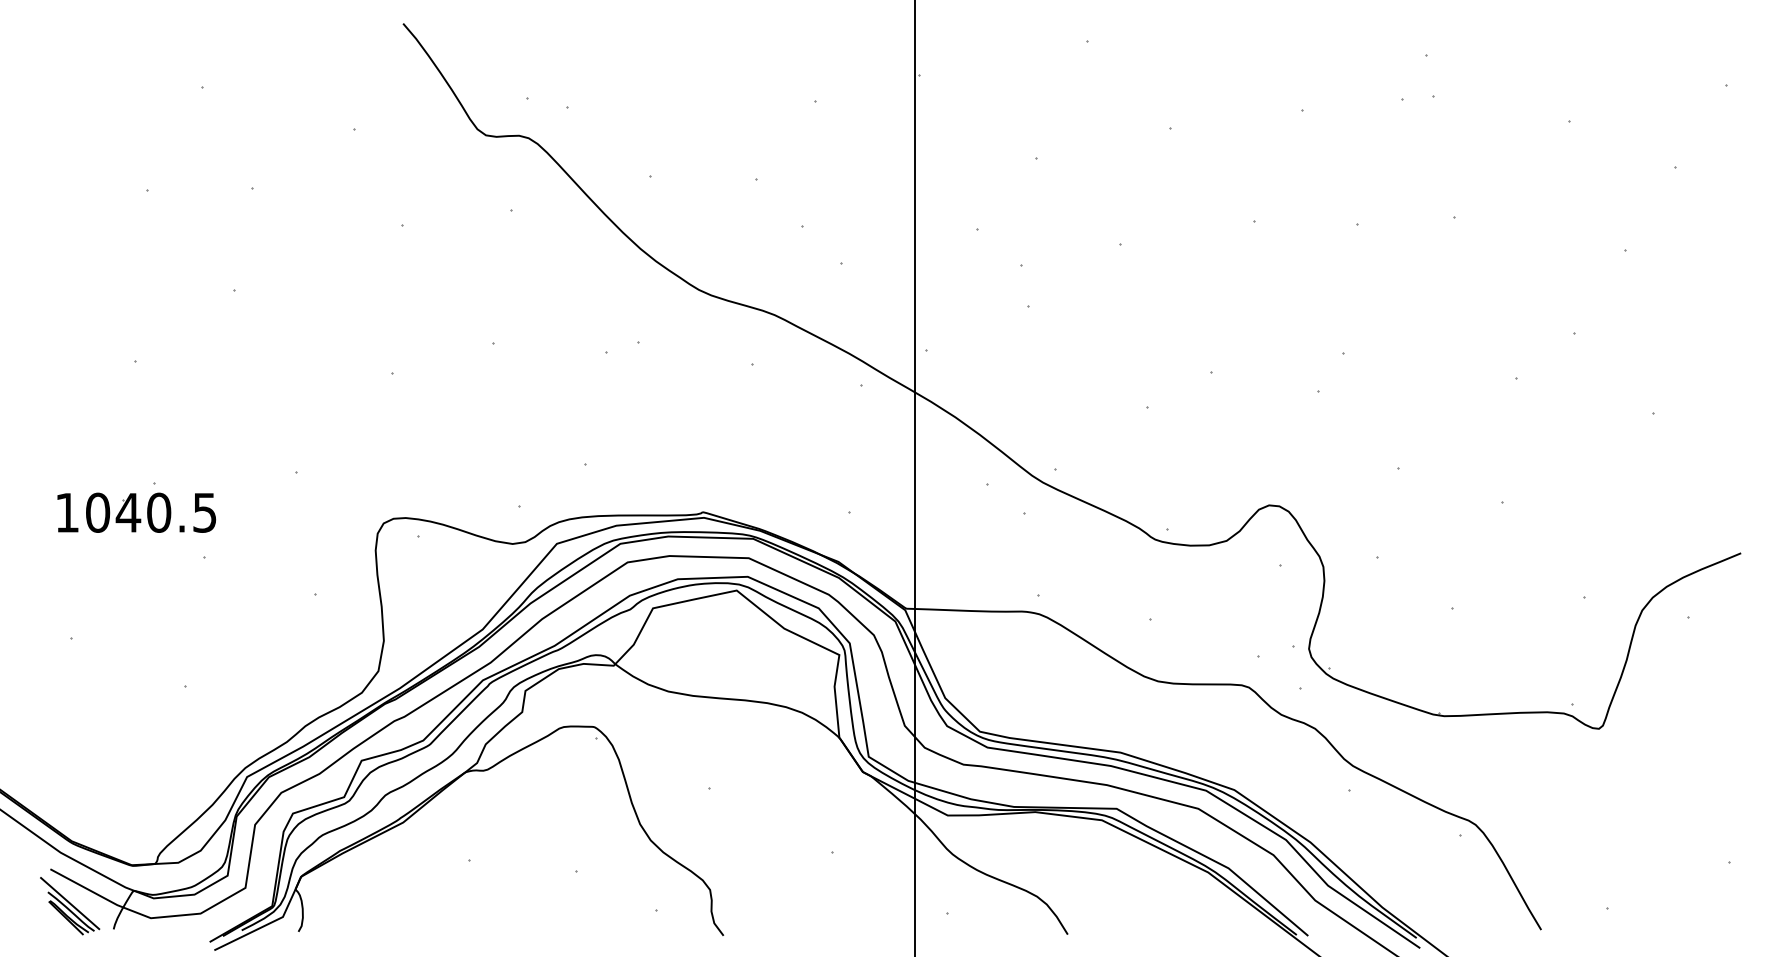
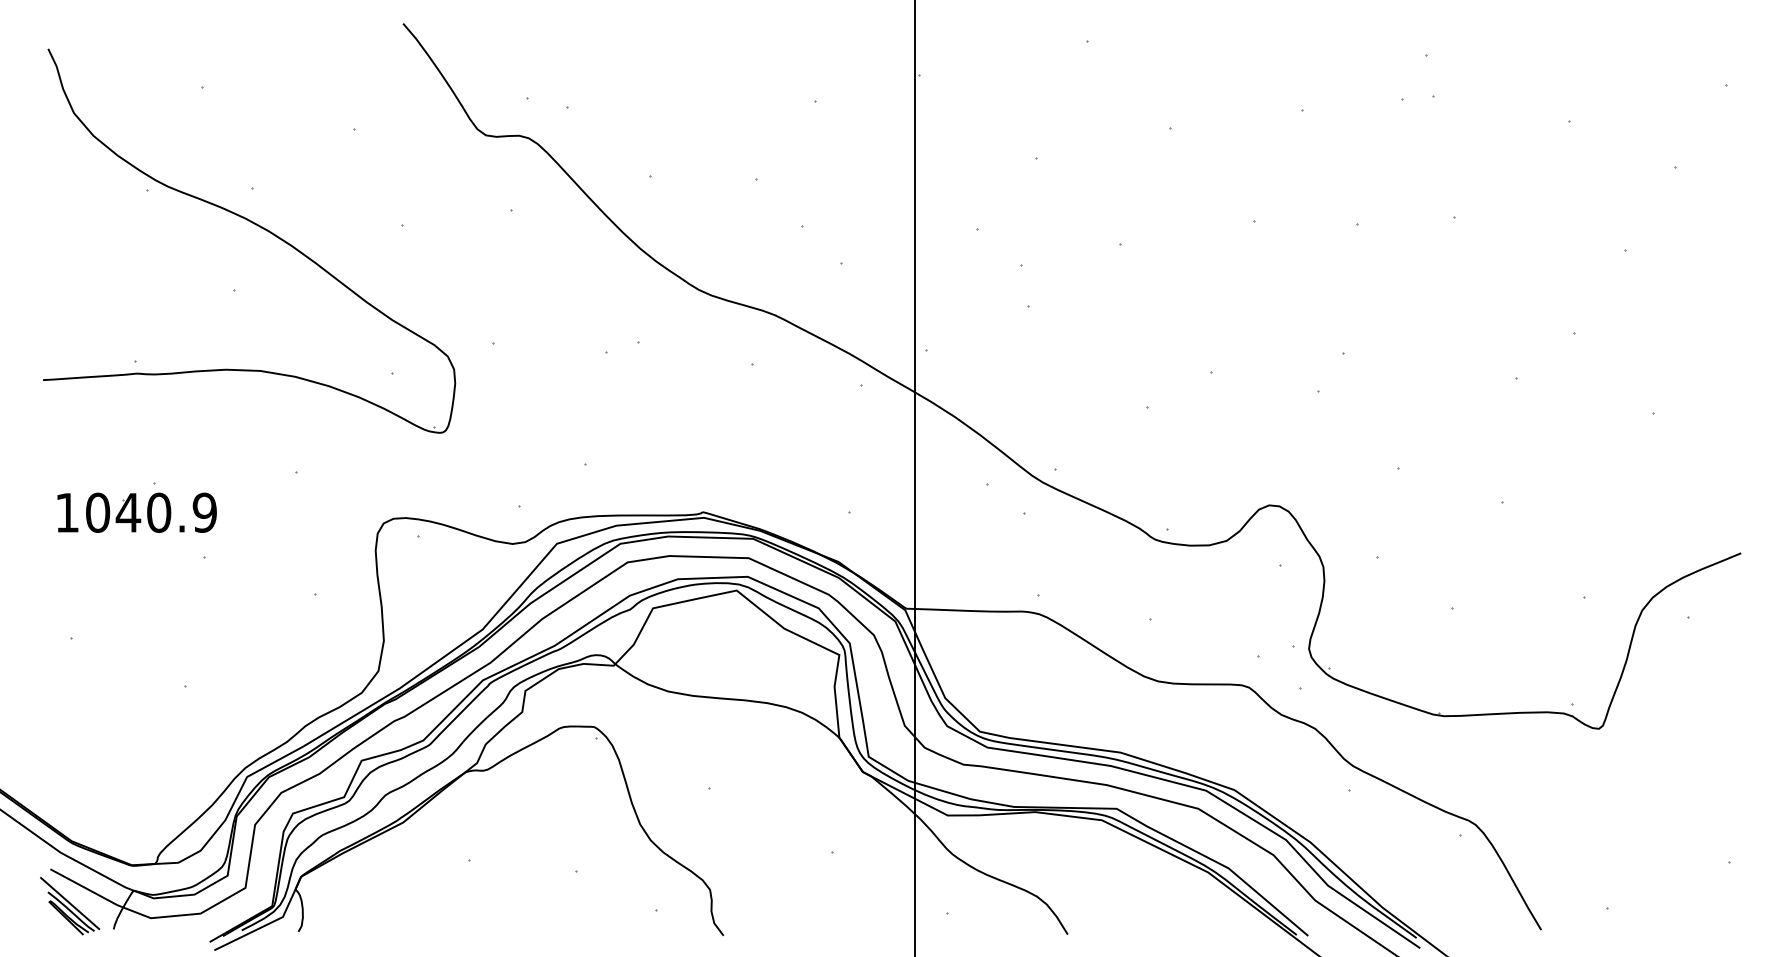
part at (257, 226): none -> present
text at (204, 512): 1040.5 -> 1040.9
